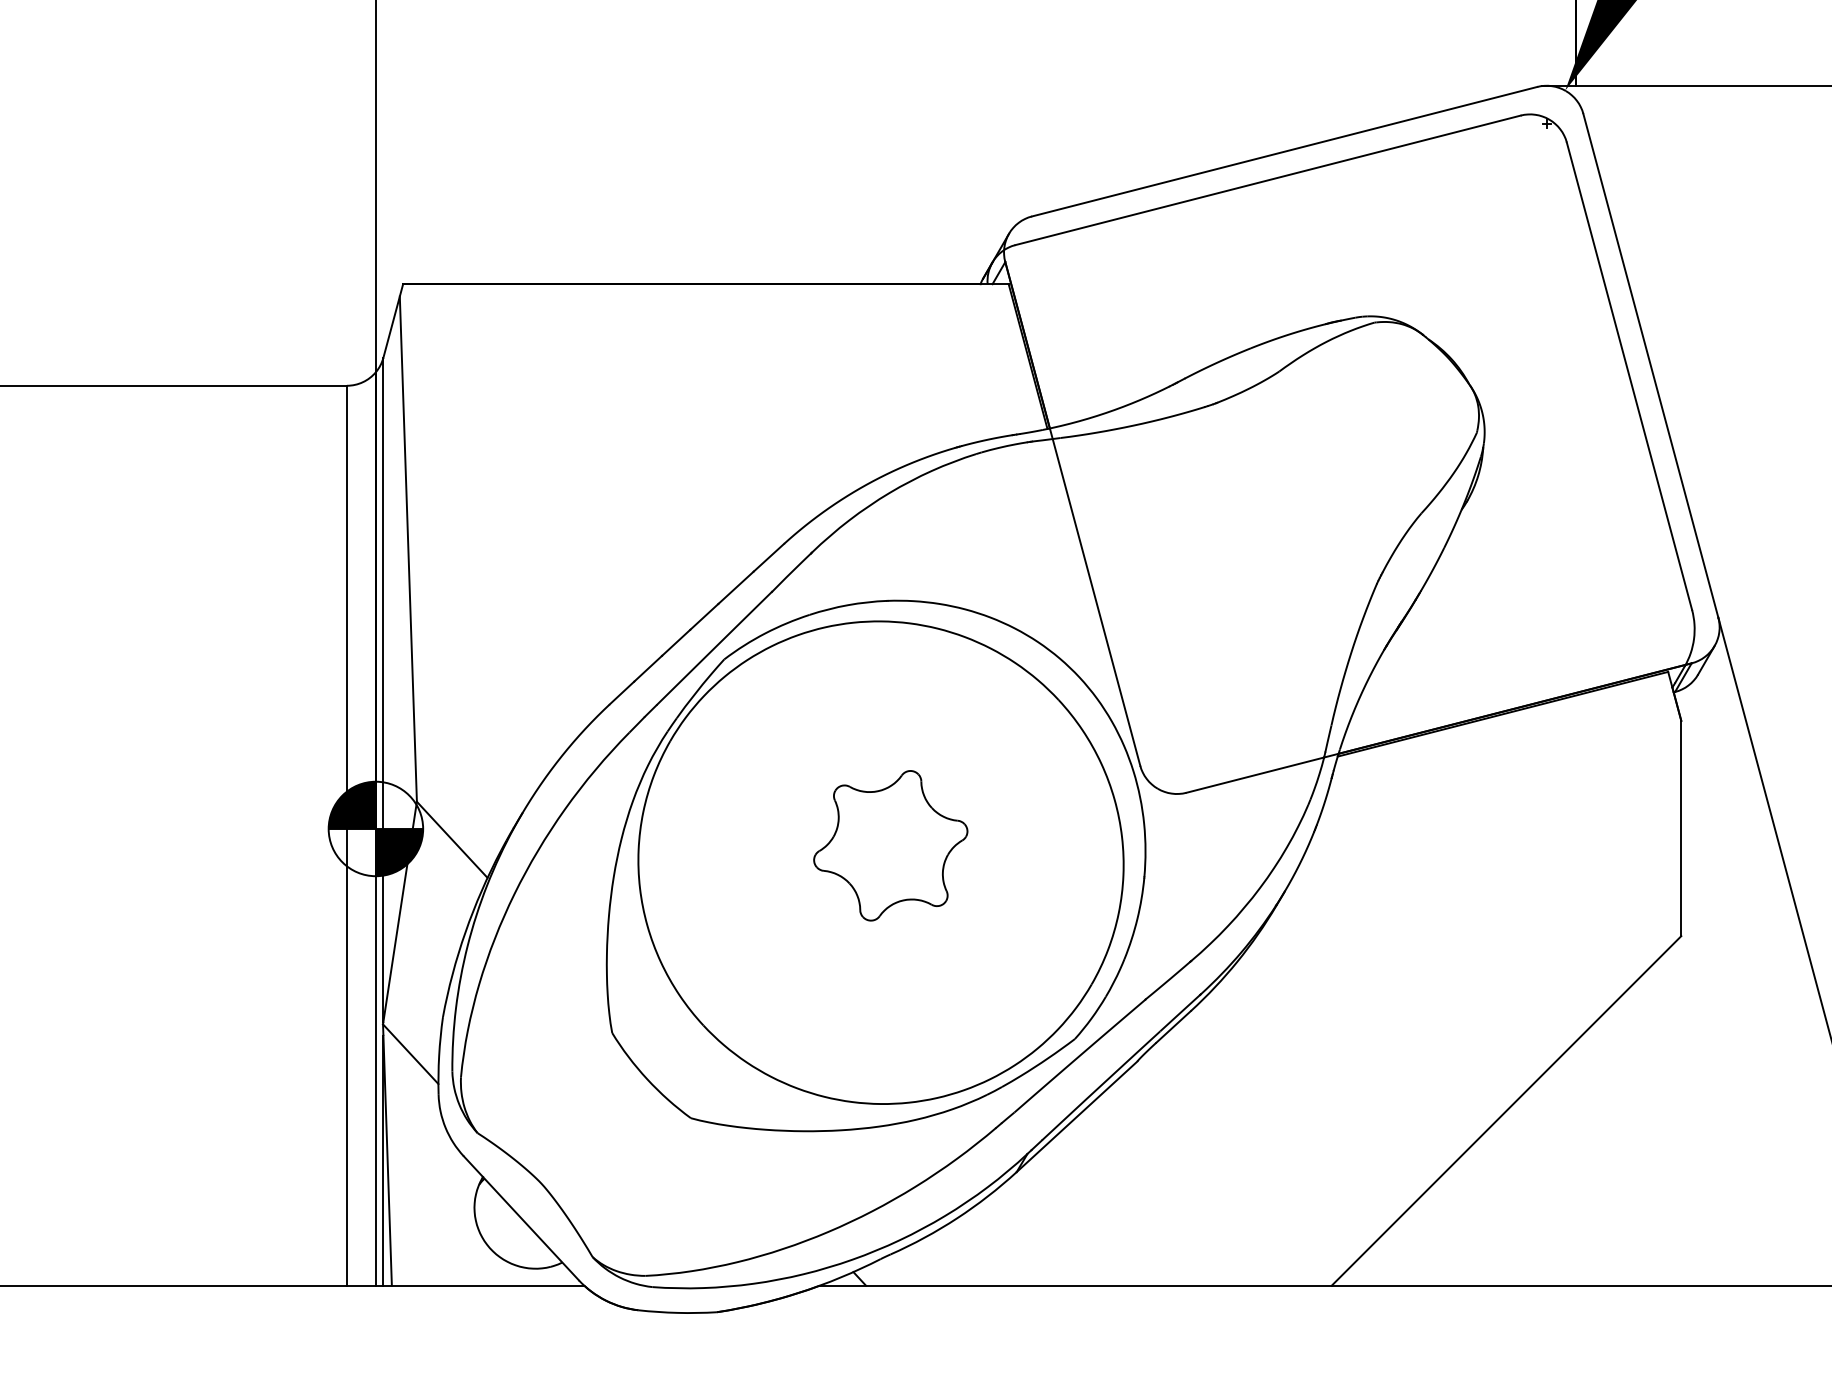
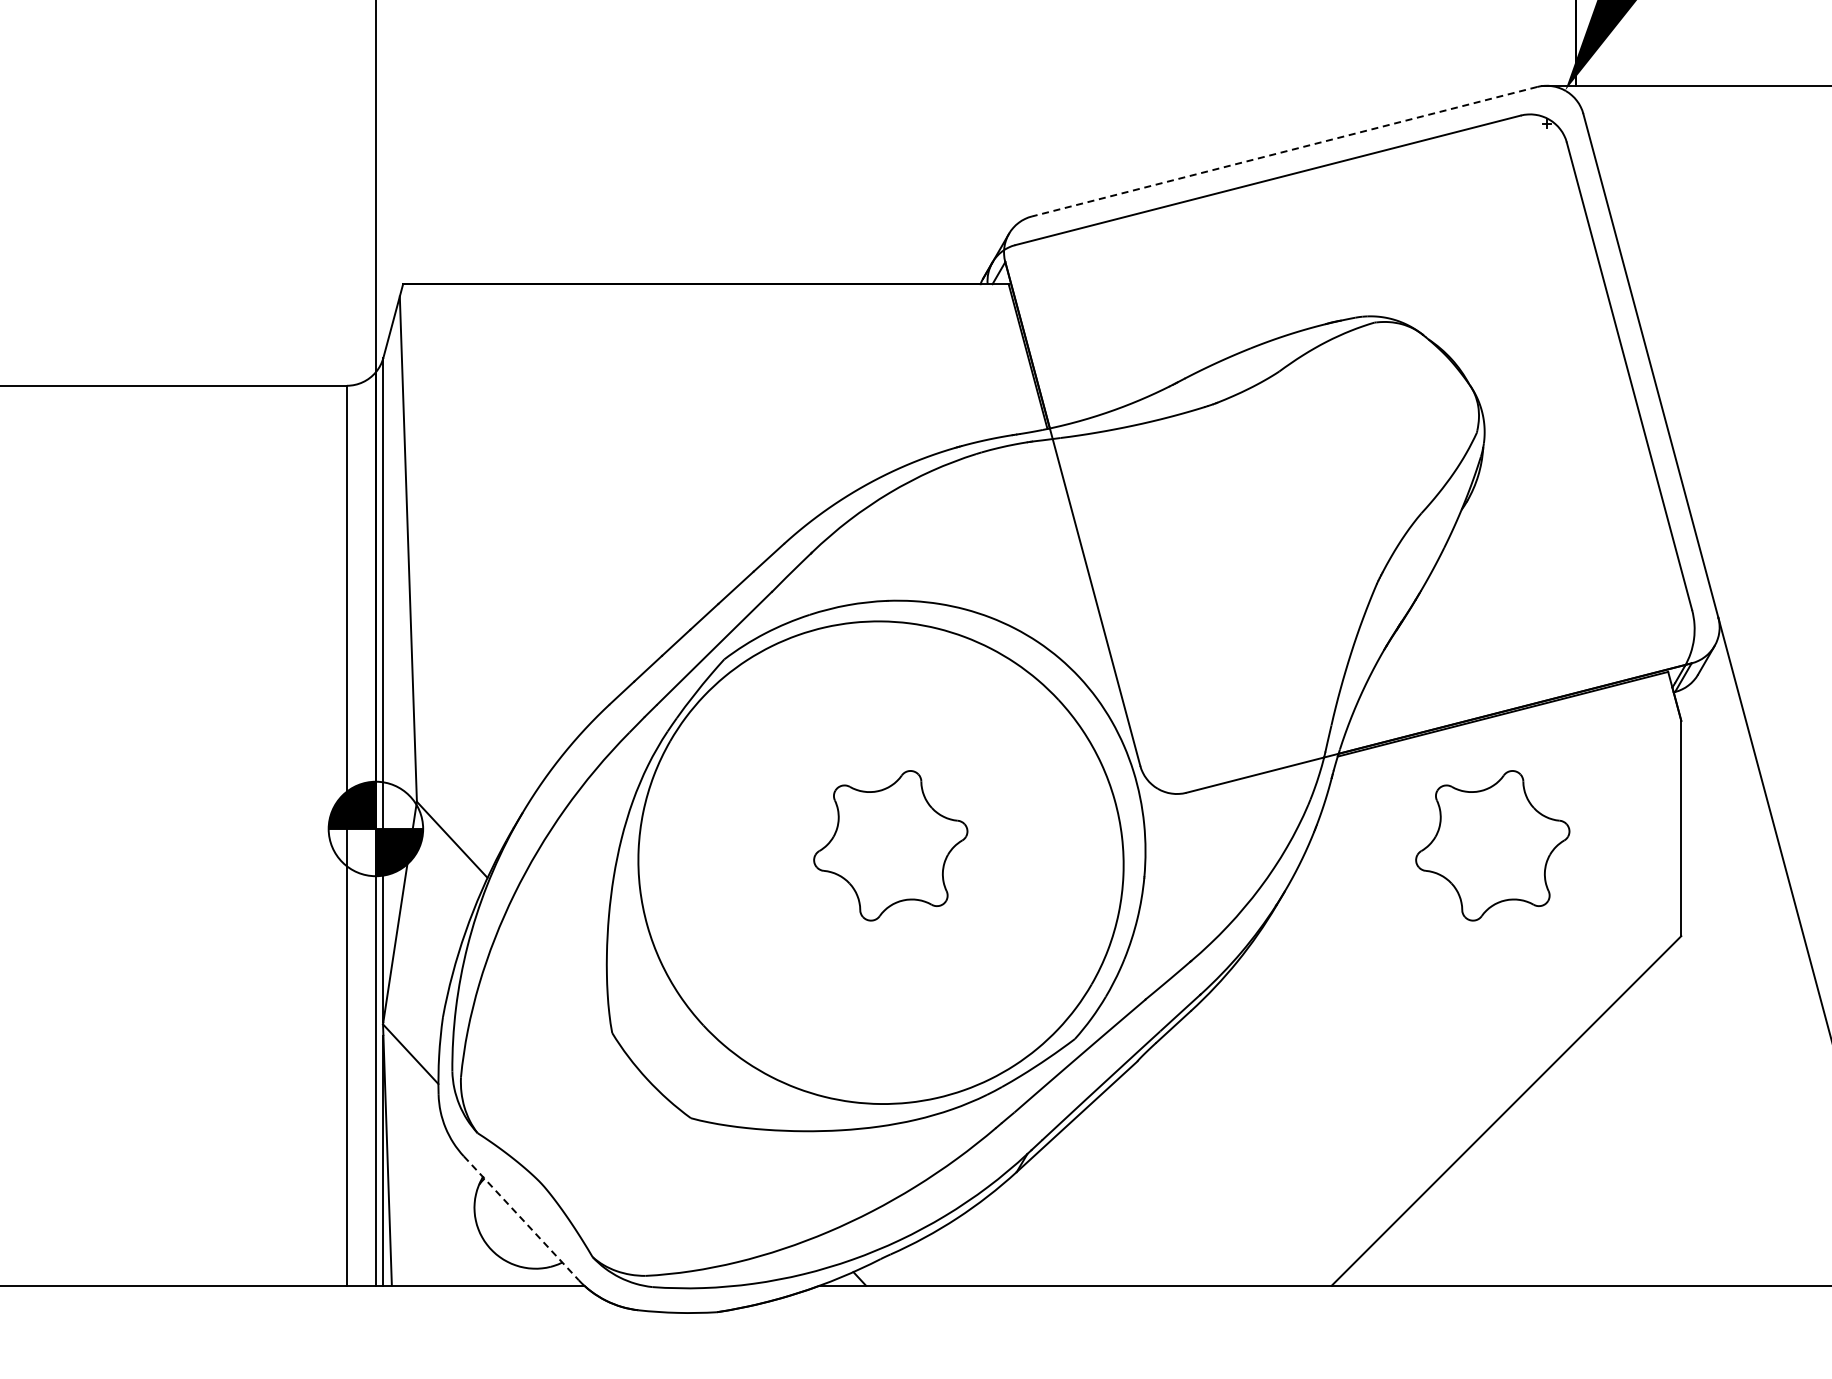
line at (1284, 151): solid -> dashed
part at (1492, 845): none -> present
line at (521, 1218): solid -> dashed
